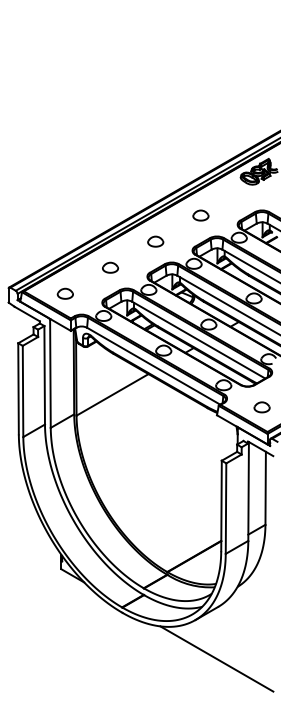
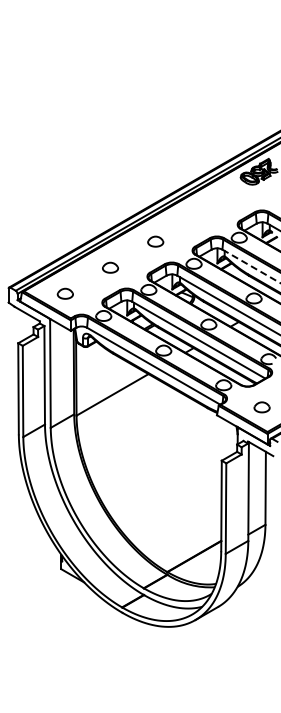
part at (200, 215): present -> none
line at (251, 266): solid -> dashed
line at (216, 658): present -> none
